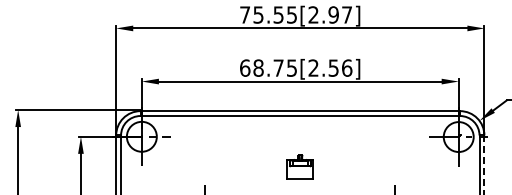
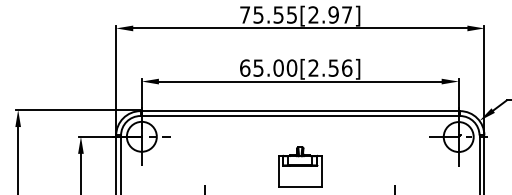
text at (275, 67): 68.75[2.56] -> 65.00[2.56]
line at (484, 165): dashed -> solid
part at (299, 166) size: 28x26 px -> 45x42 px
